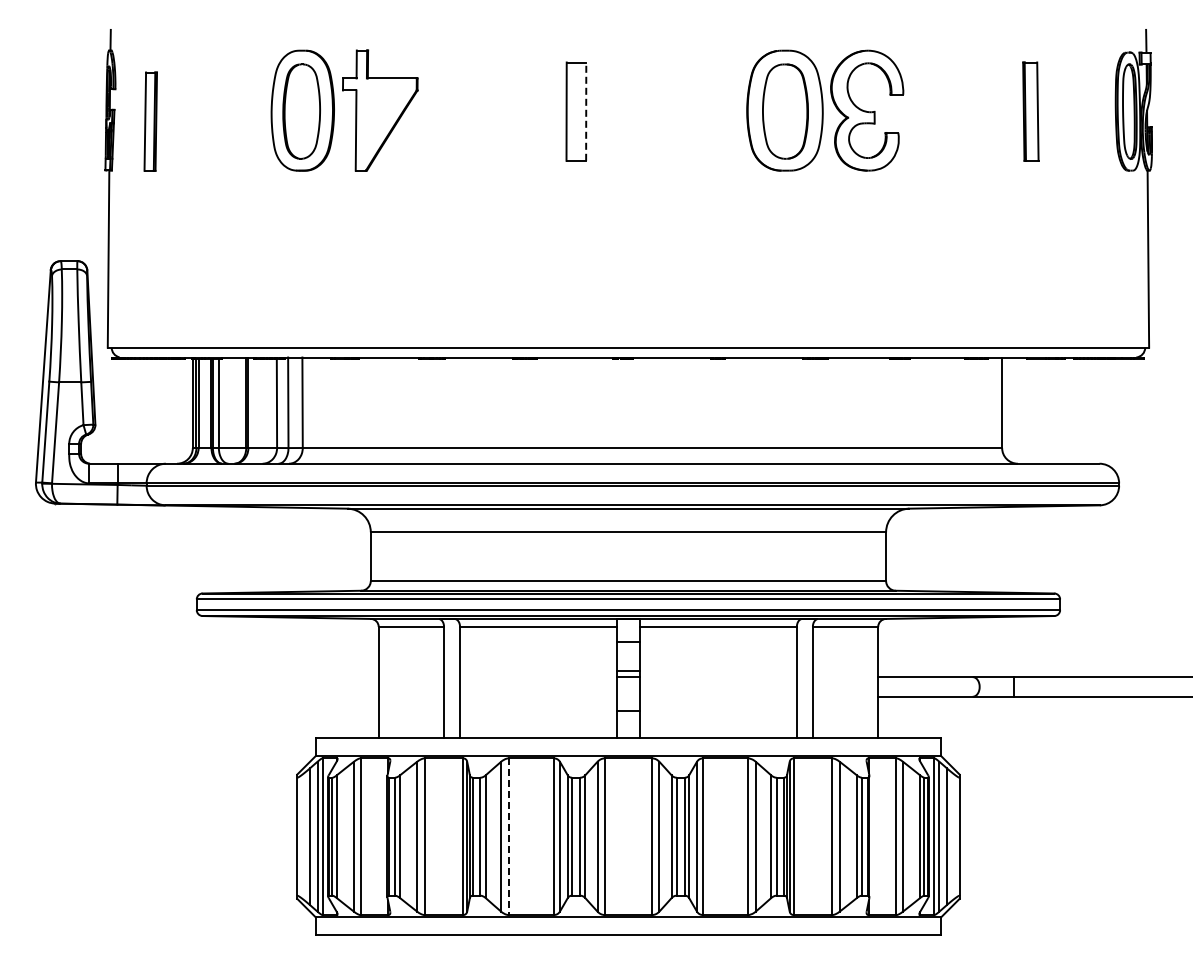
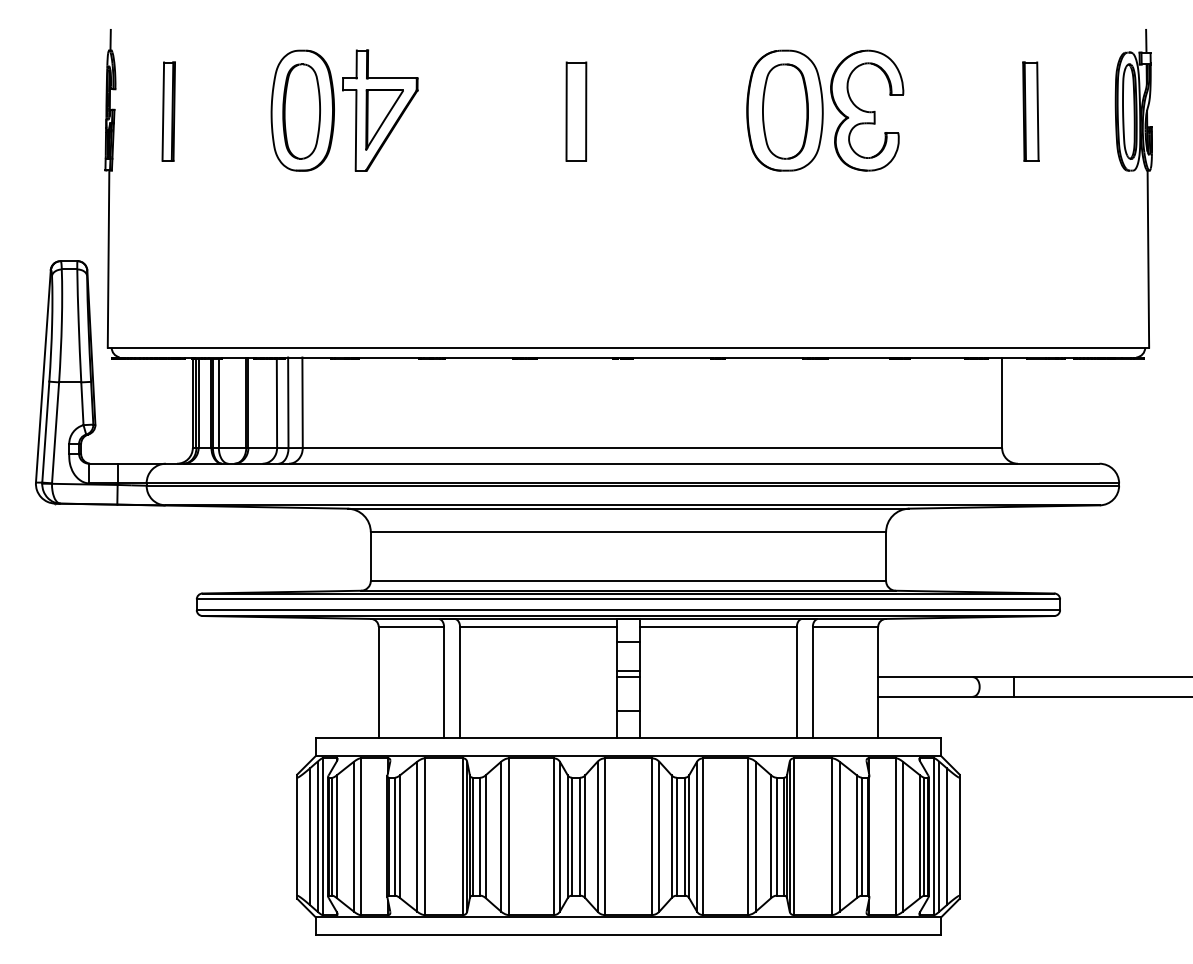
line at (586, 111): dashed -> solid
part at (384, 119): none -> present
part at (150, 121) position: (150, 121) -> (168, 111)
line at (509, 837): dashed -> solid
